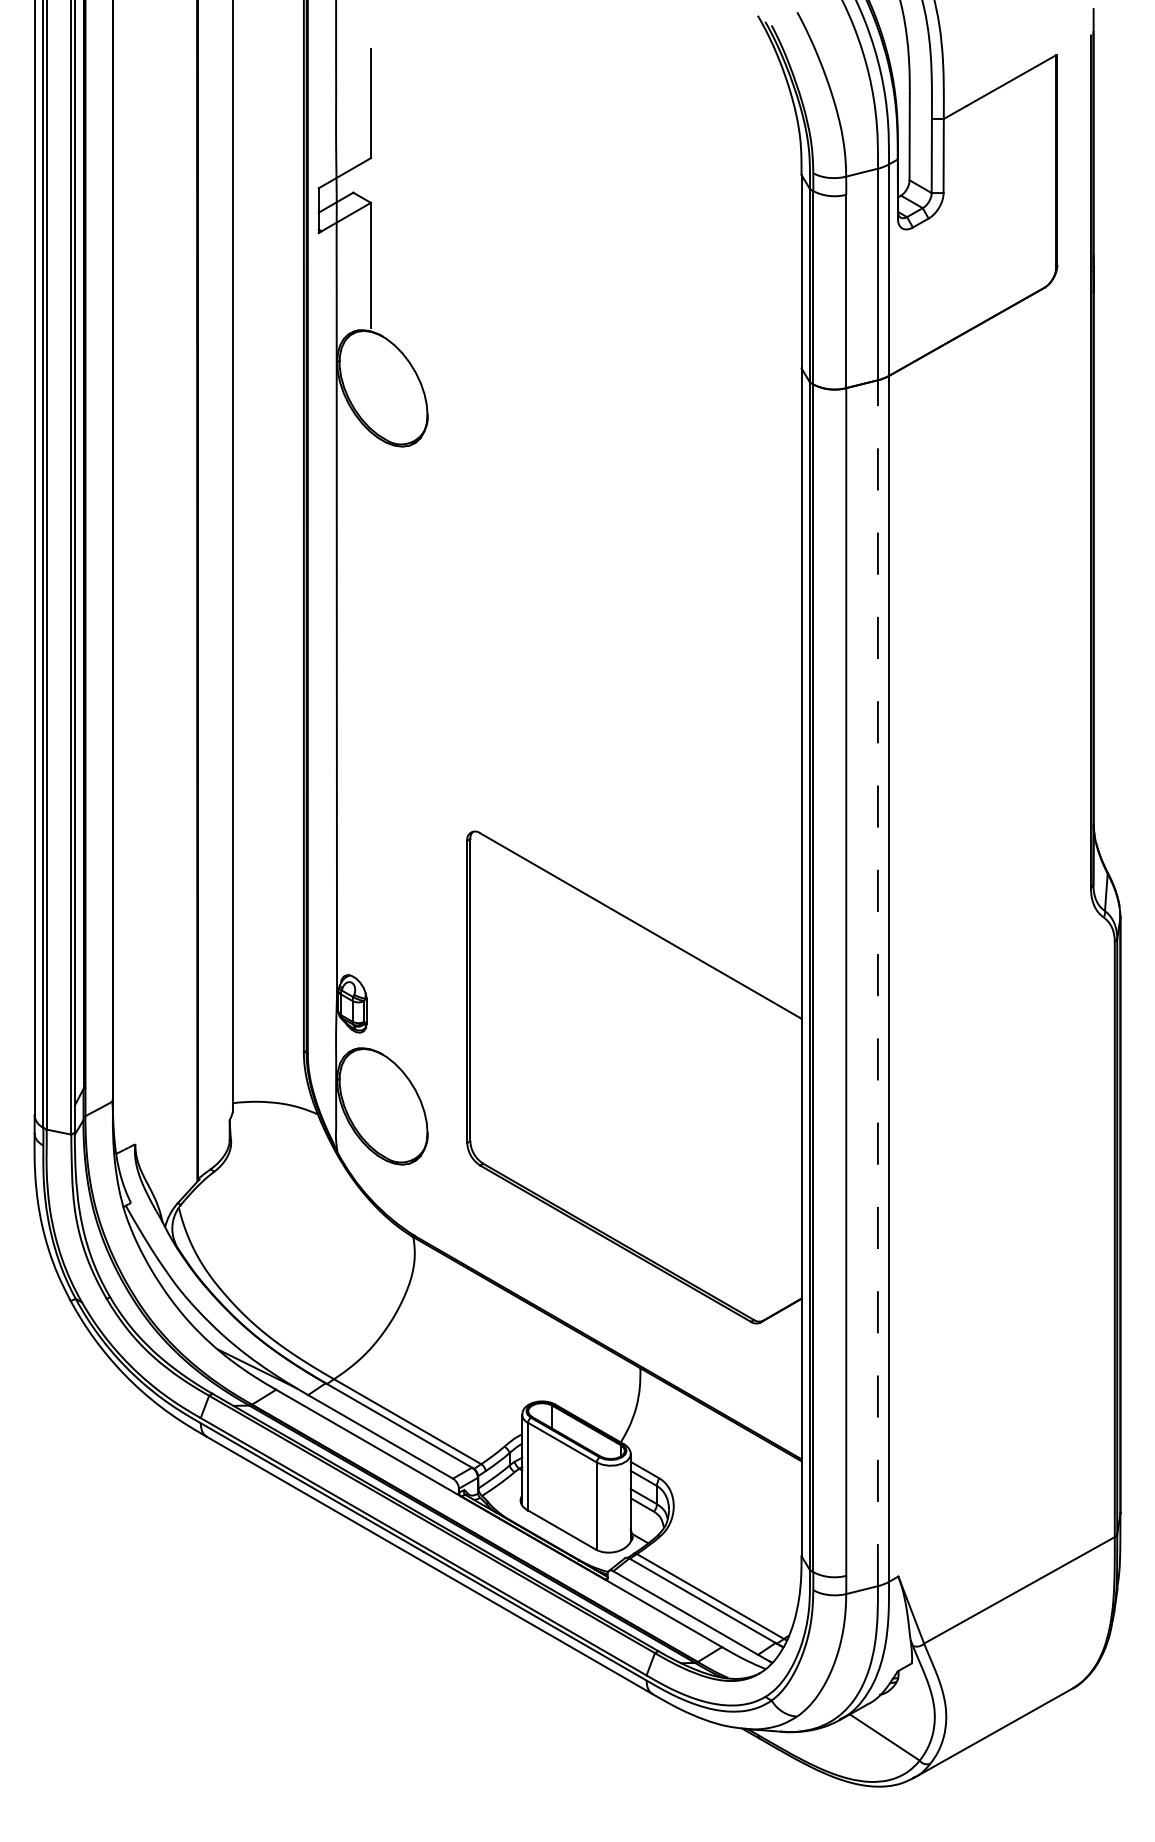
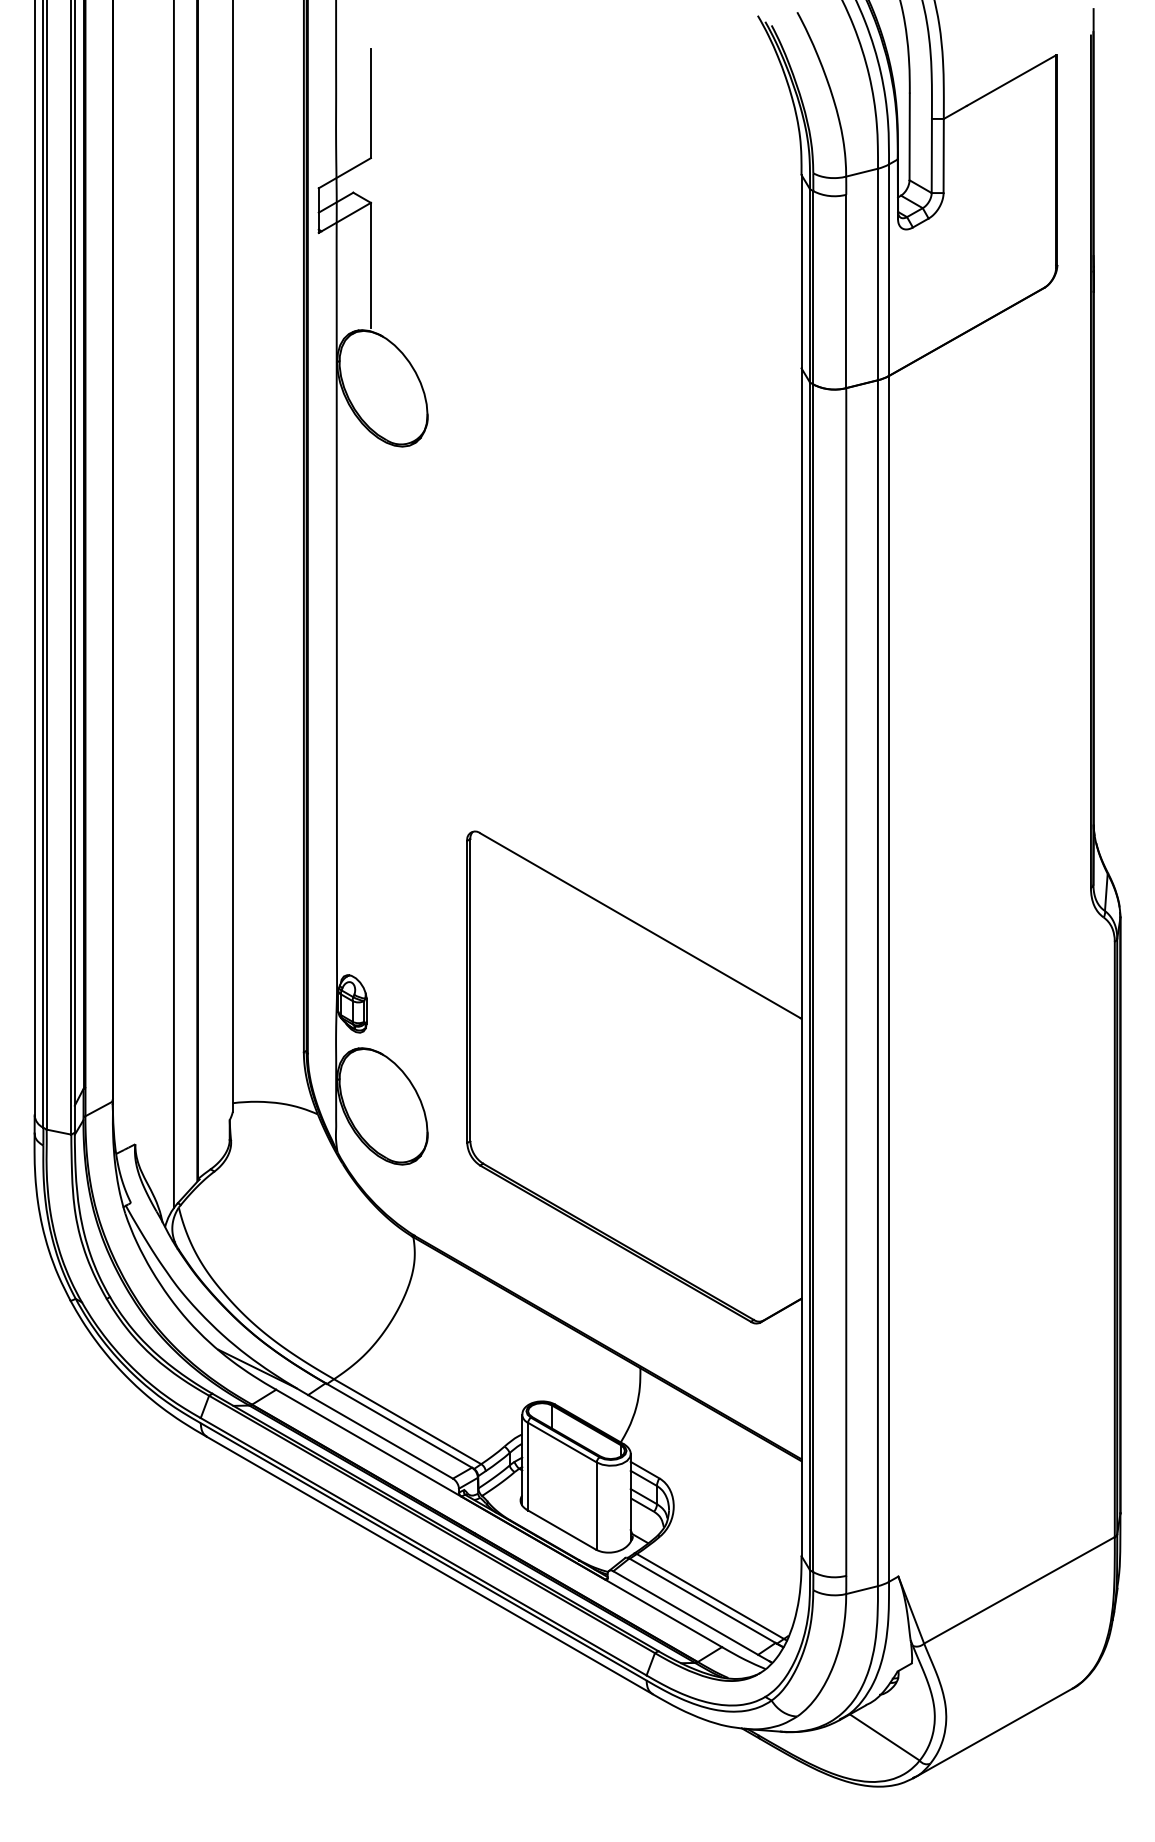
line at (173, 605): none -> present
line at (877, 983): dashed -> solid
